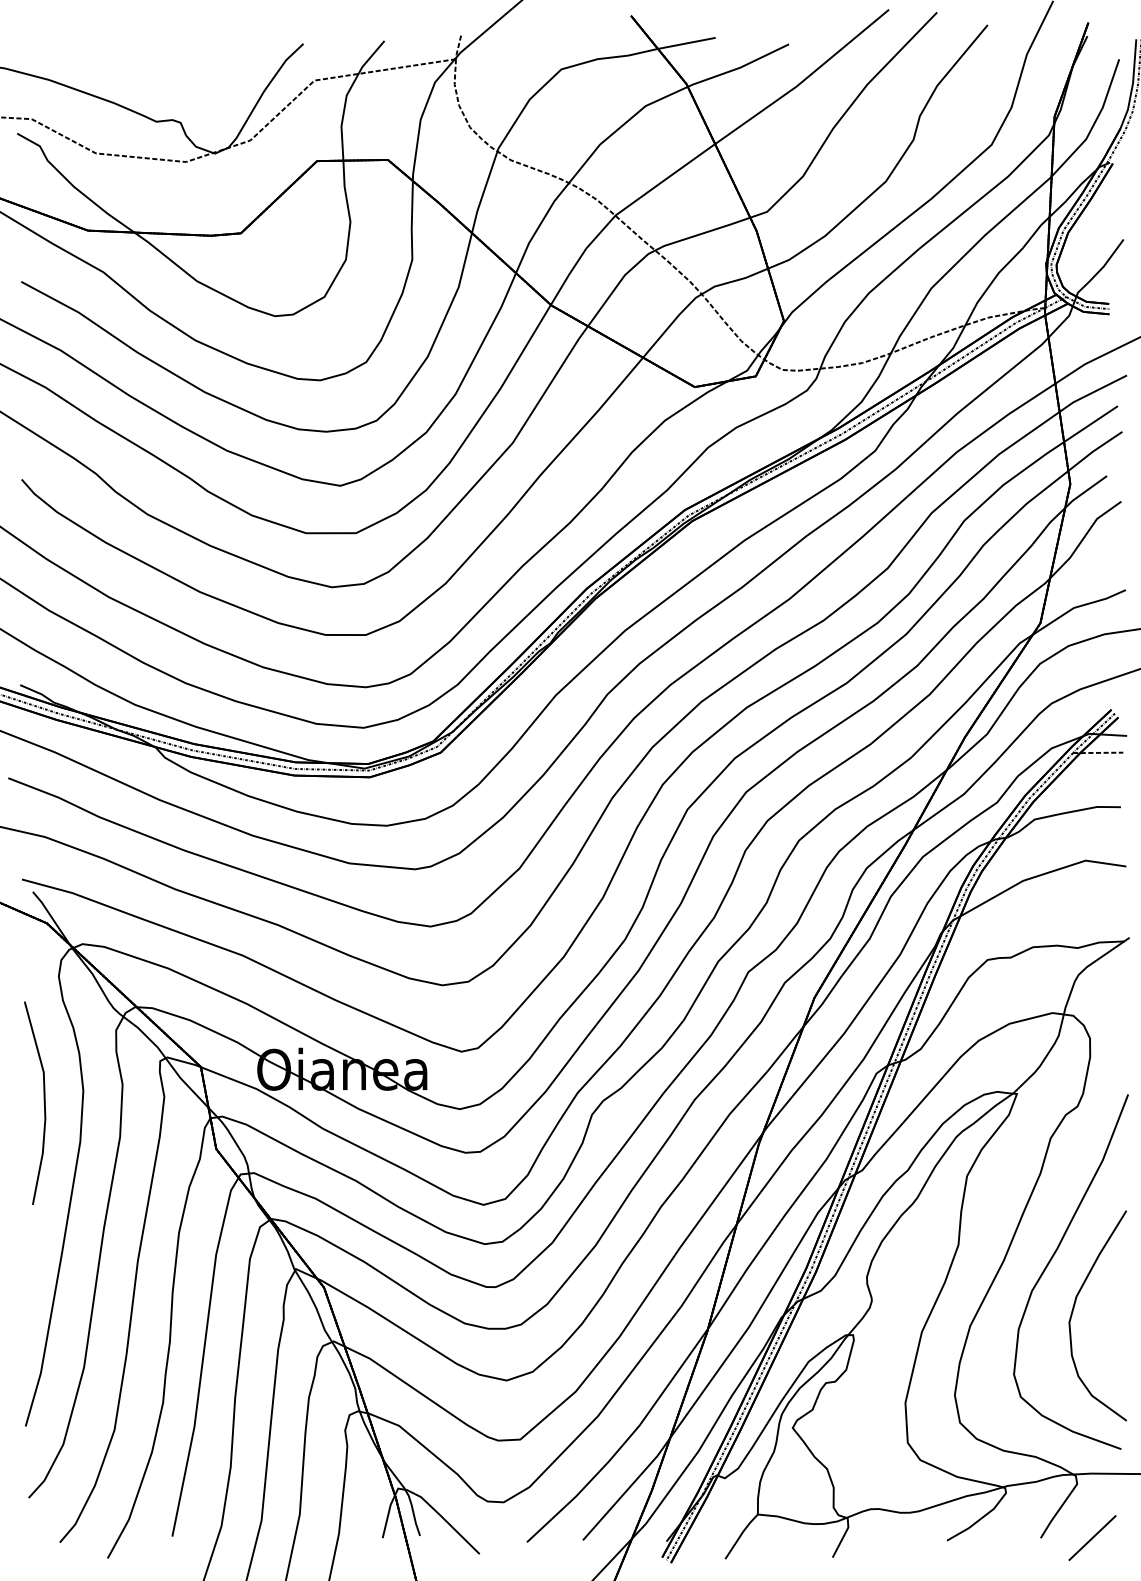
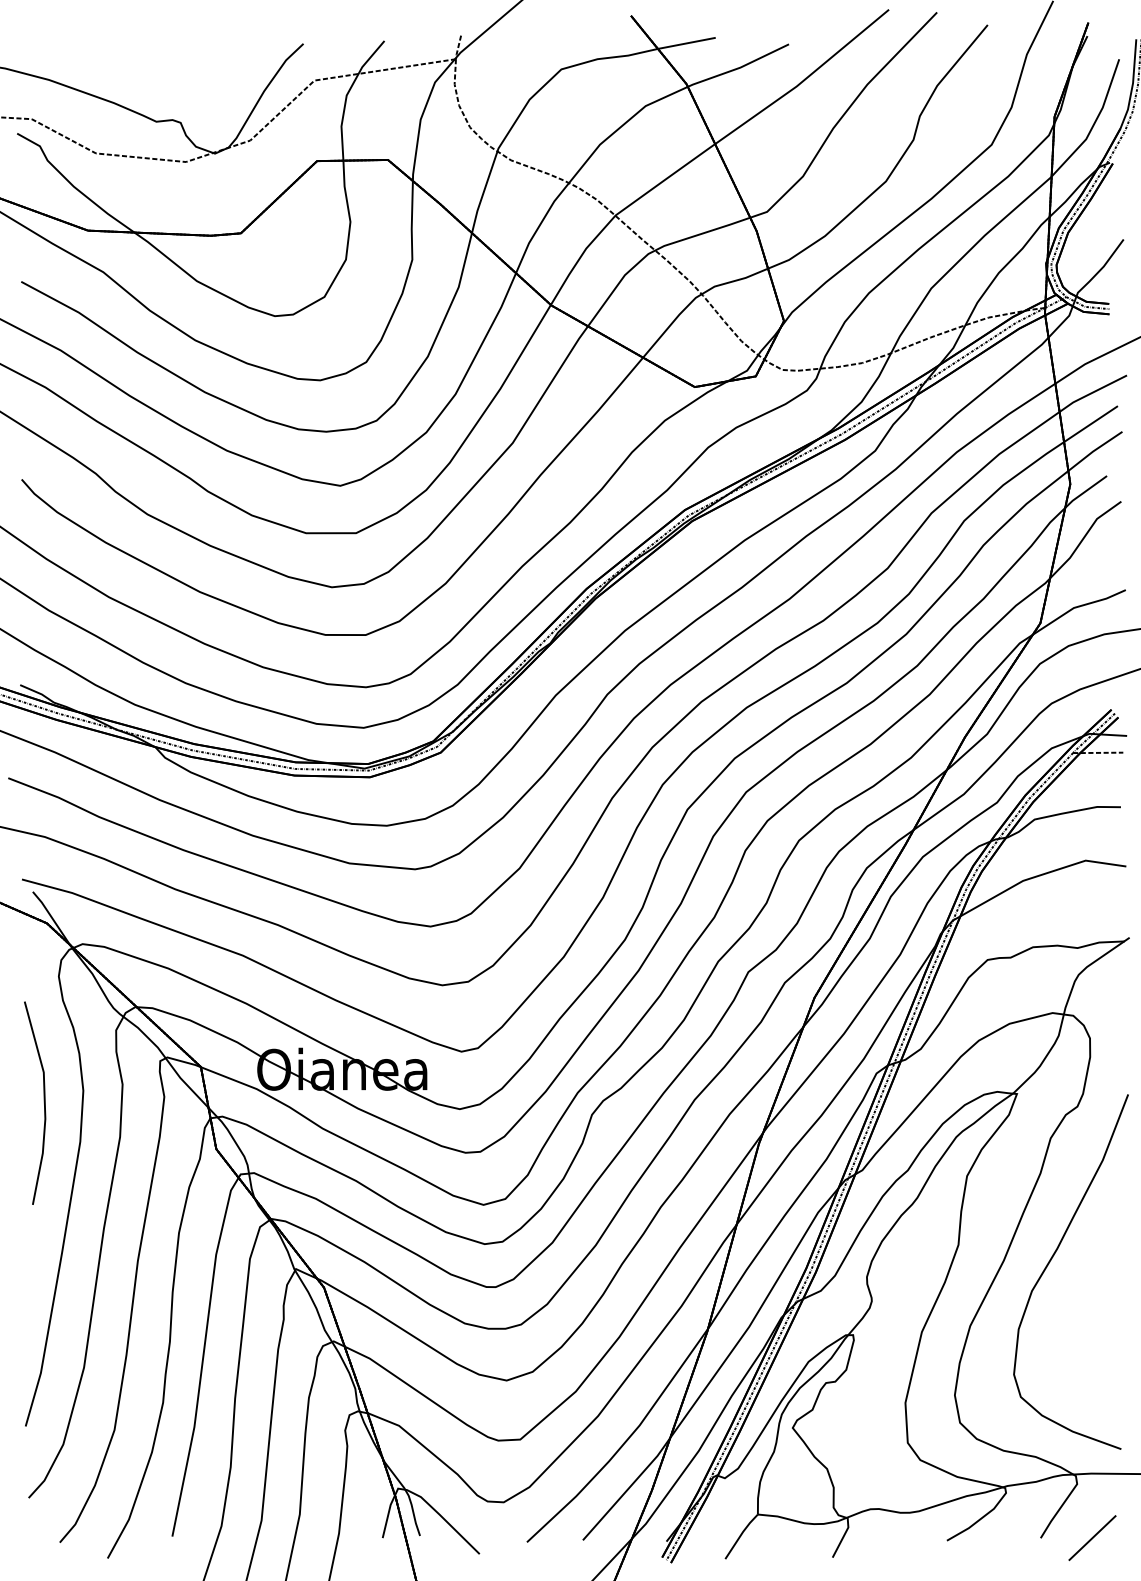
curve at (1074, 1308): present -> none
